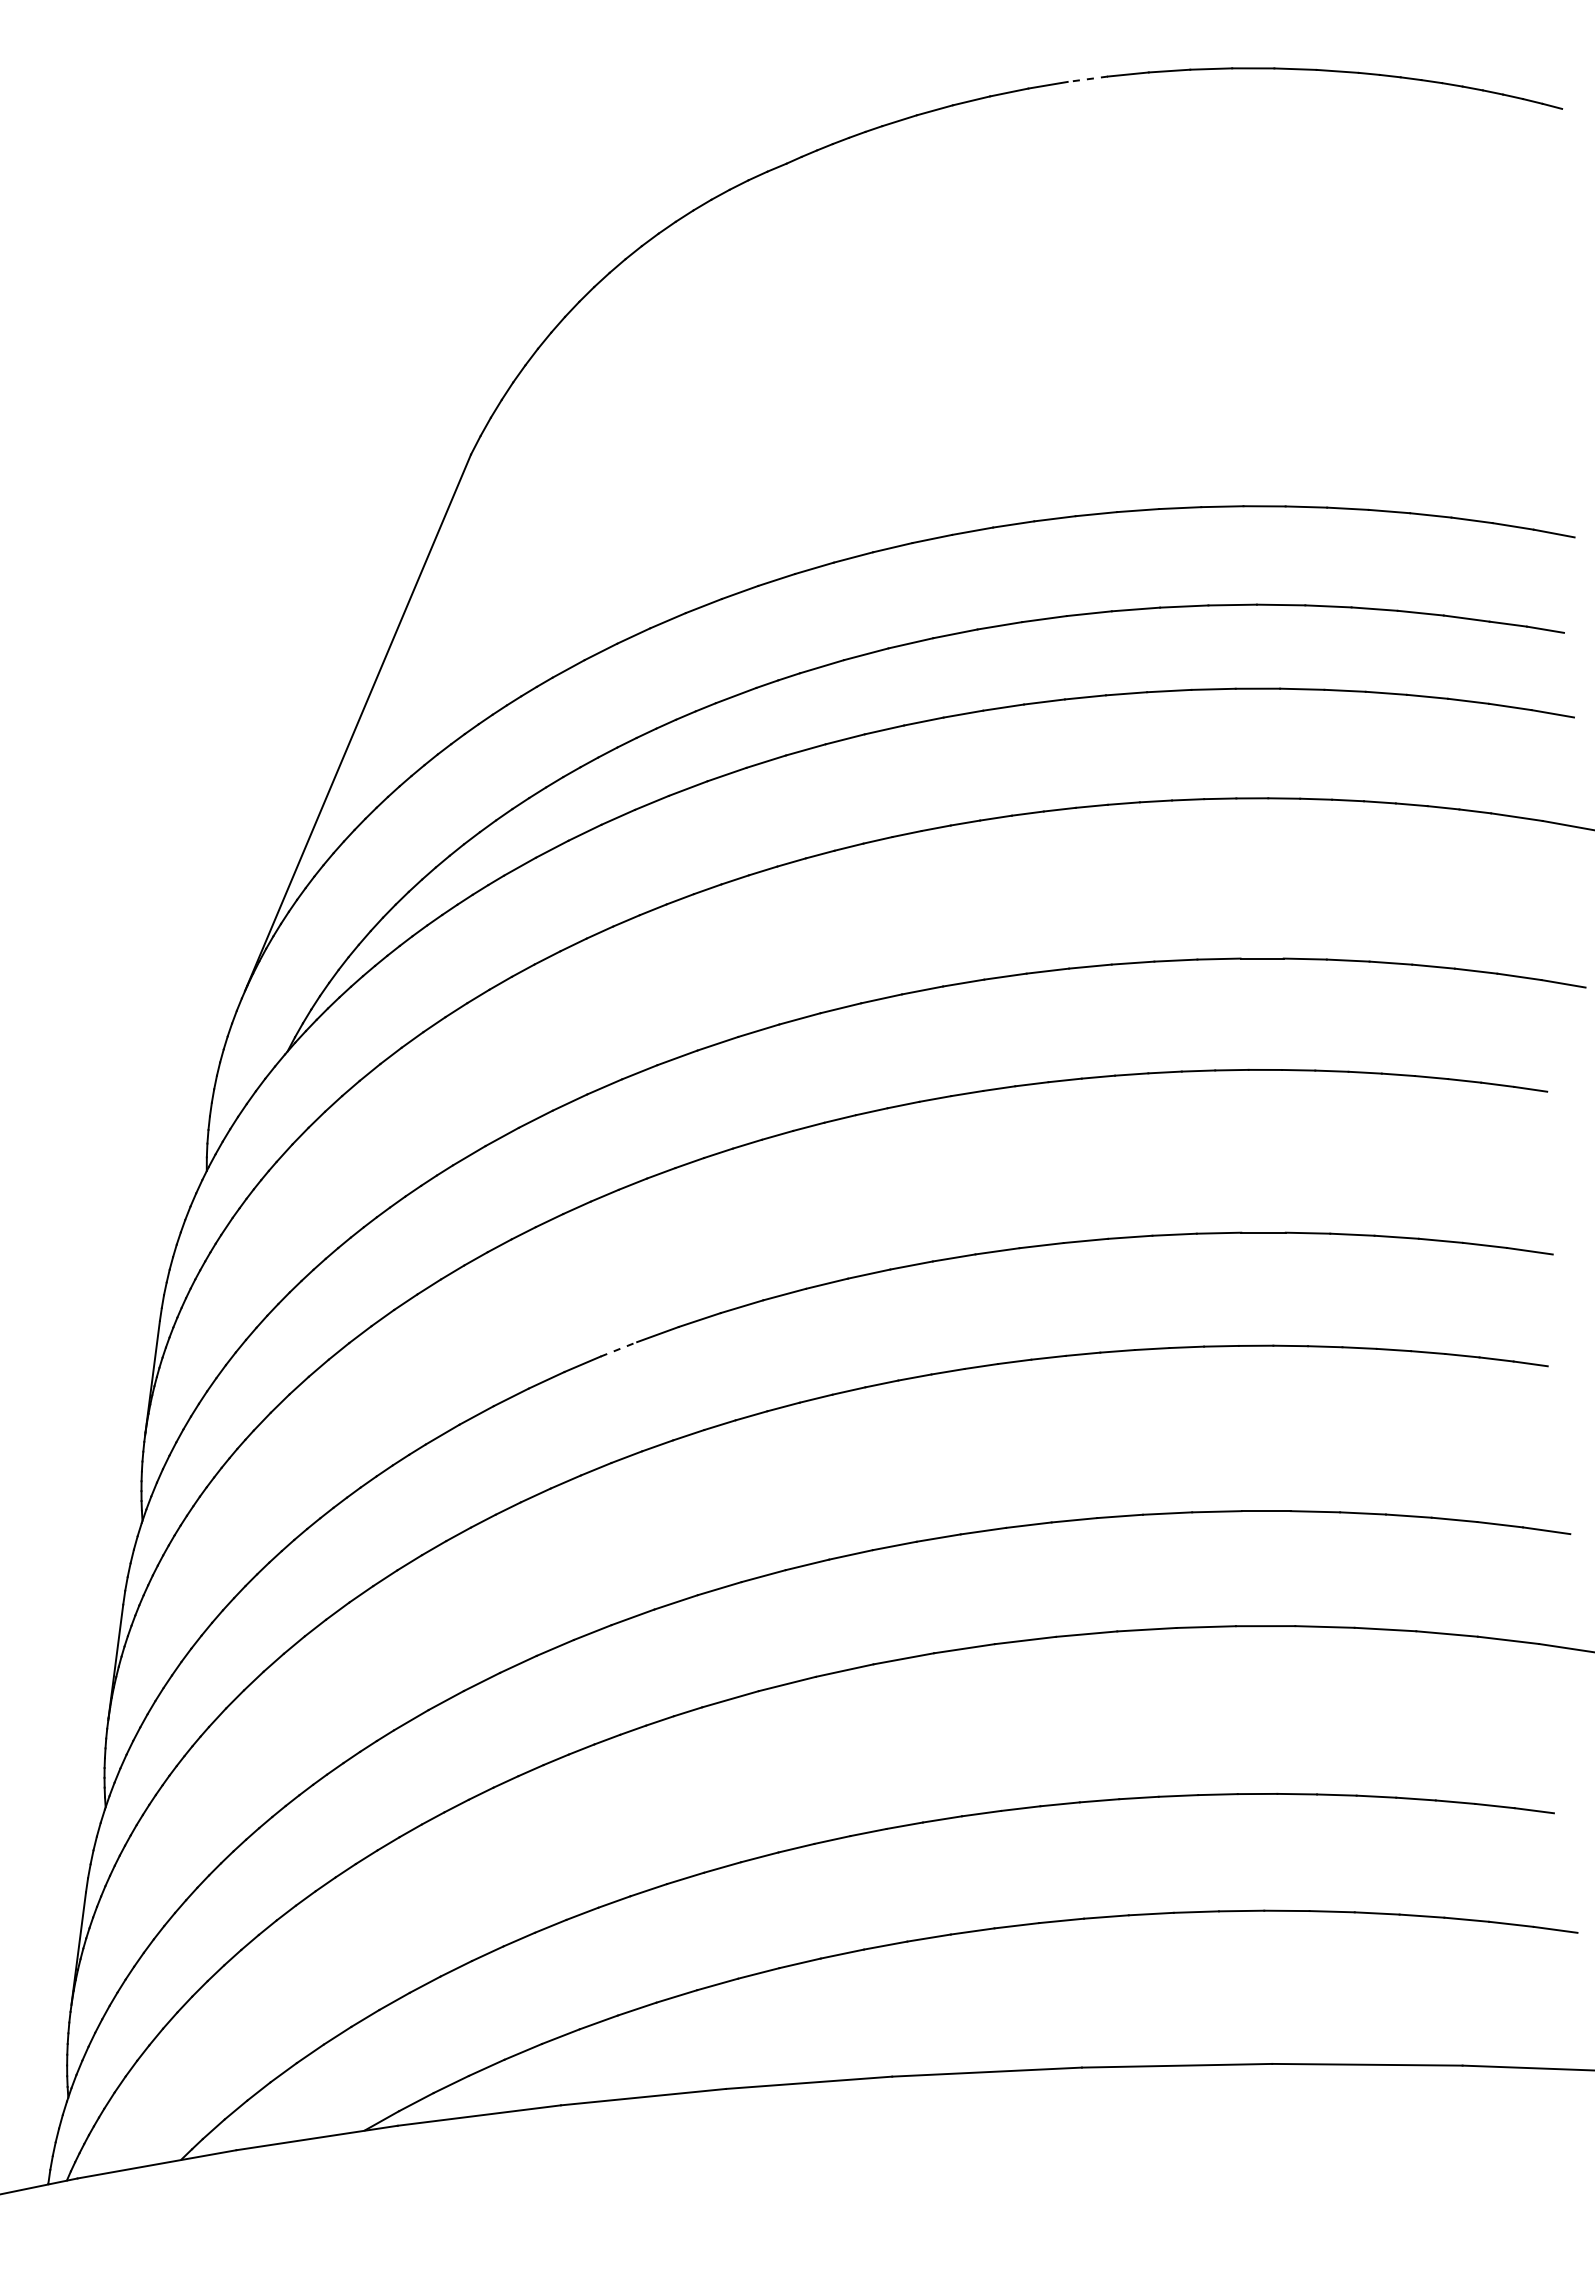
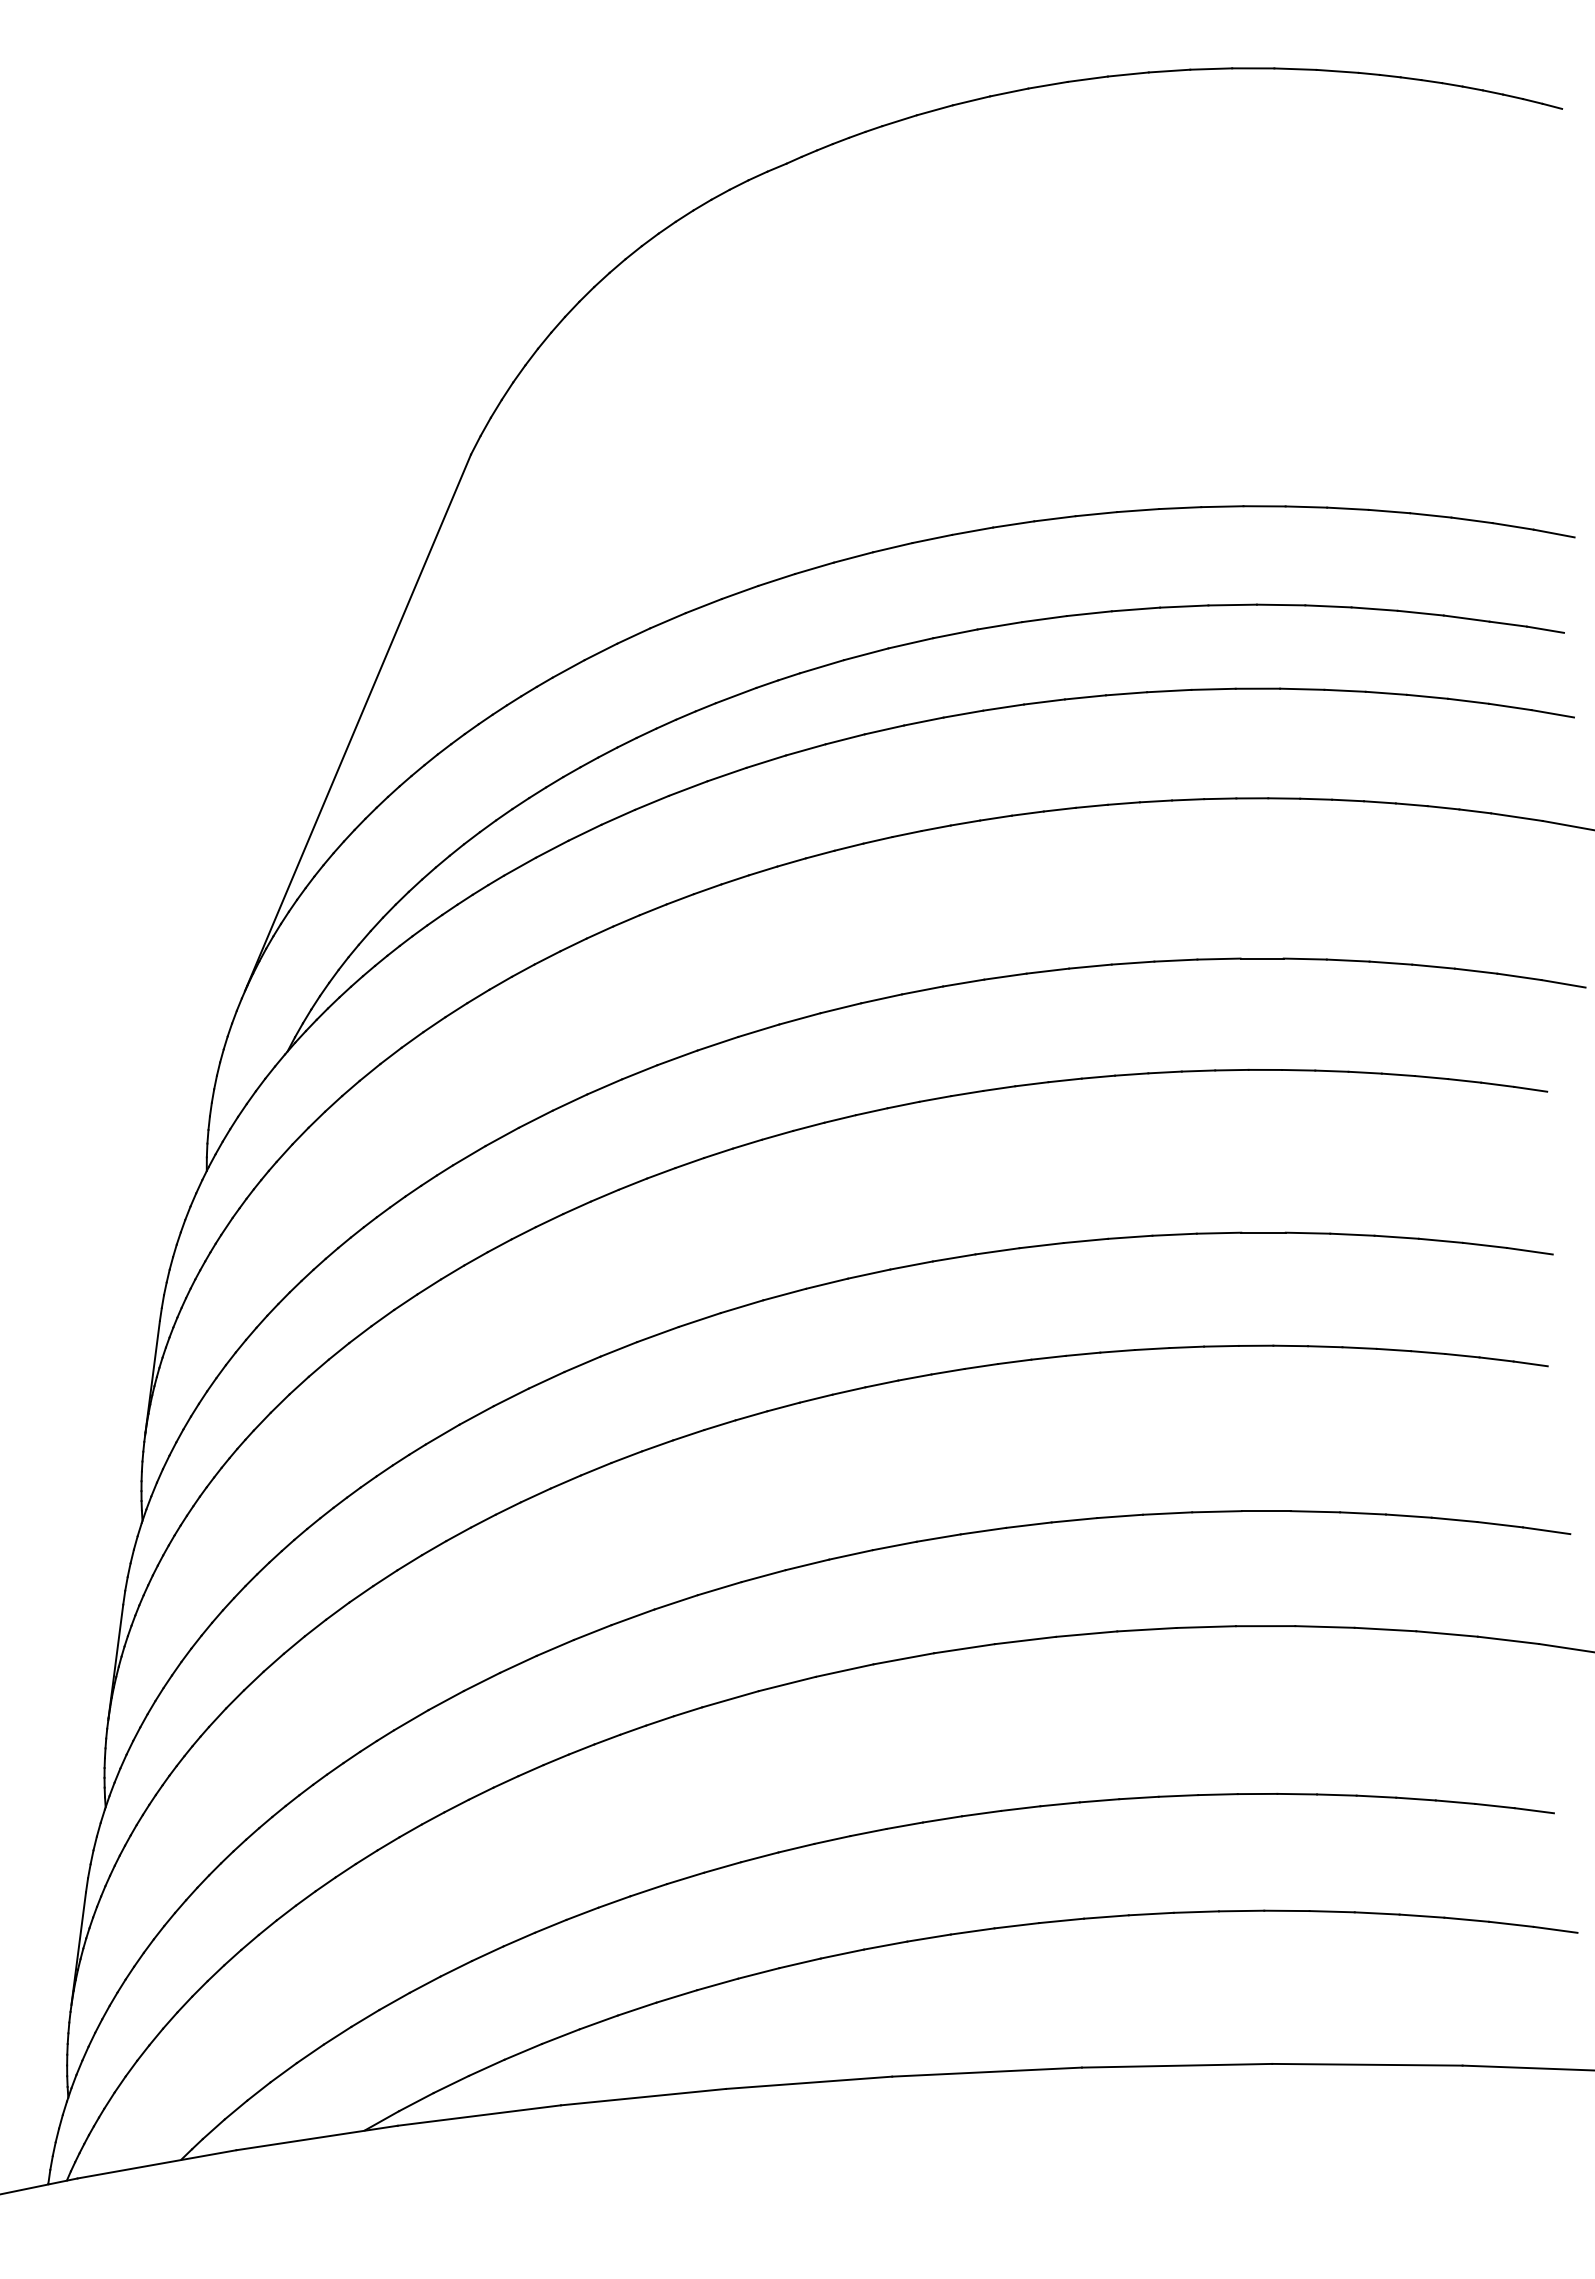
line at (1087, 79): dashed -> solid
line at (618, 1349): dashed -> solid
